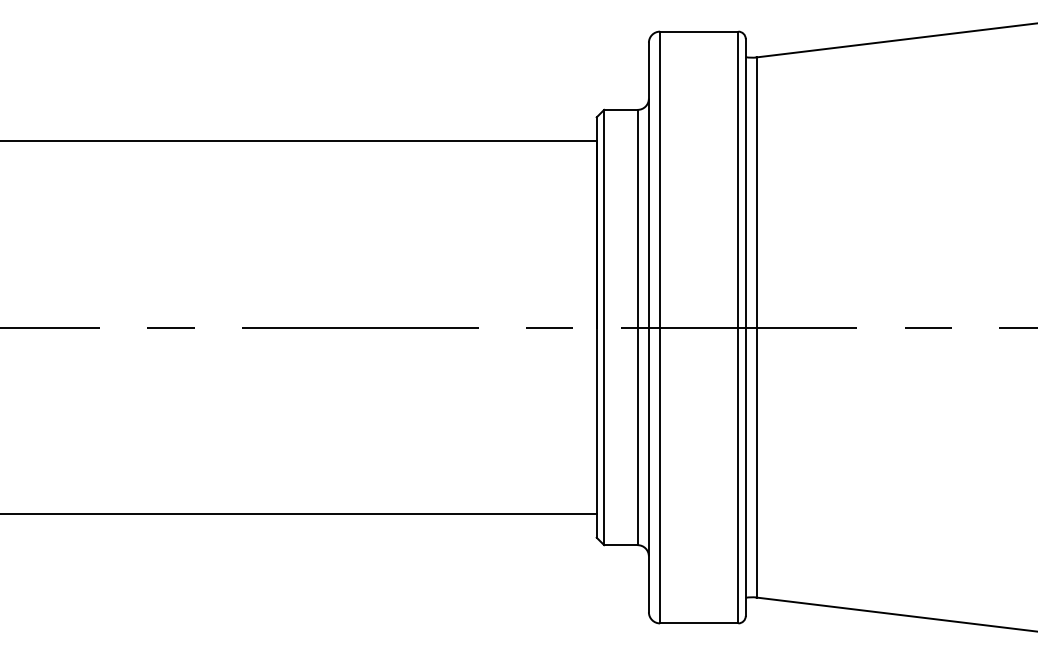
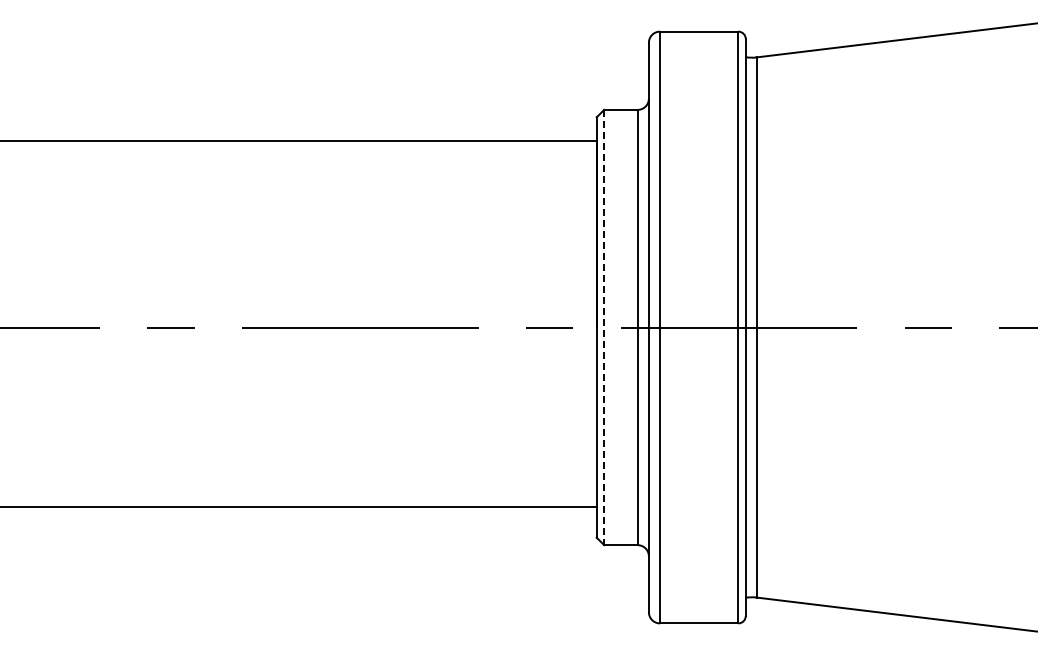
line at (604, 327): solid -> dashed
line at (299, 513) position: (299, 513) -> (299, 506)
